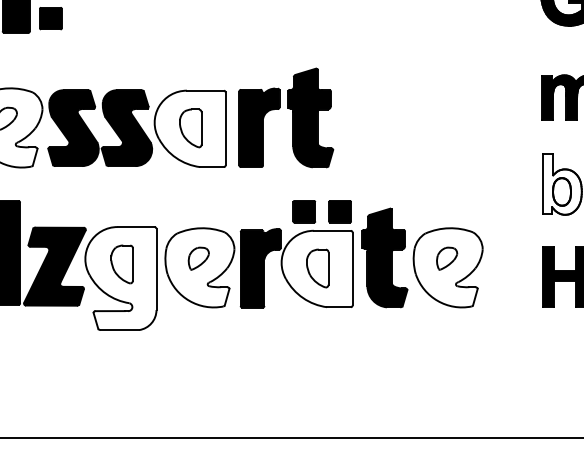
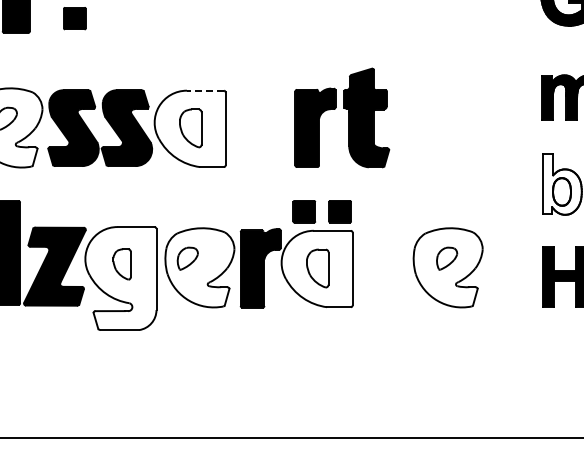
part at (50, 18) position: (50, 18) -> (74, 18)
line at (205, 90): solid -> dashed
part at (286, 117) position: (286, 117) -> (342, 117)
part at (384, 257): present -> none
part at (198, 258) position: (198, 258) -> (187, 258)
part at (121, 264) size: 24x41 px -> 20x33 px
